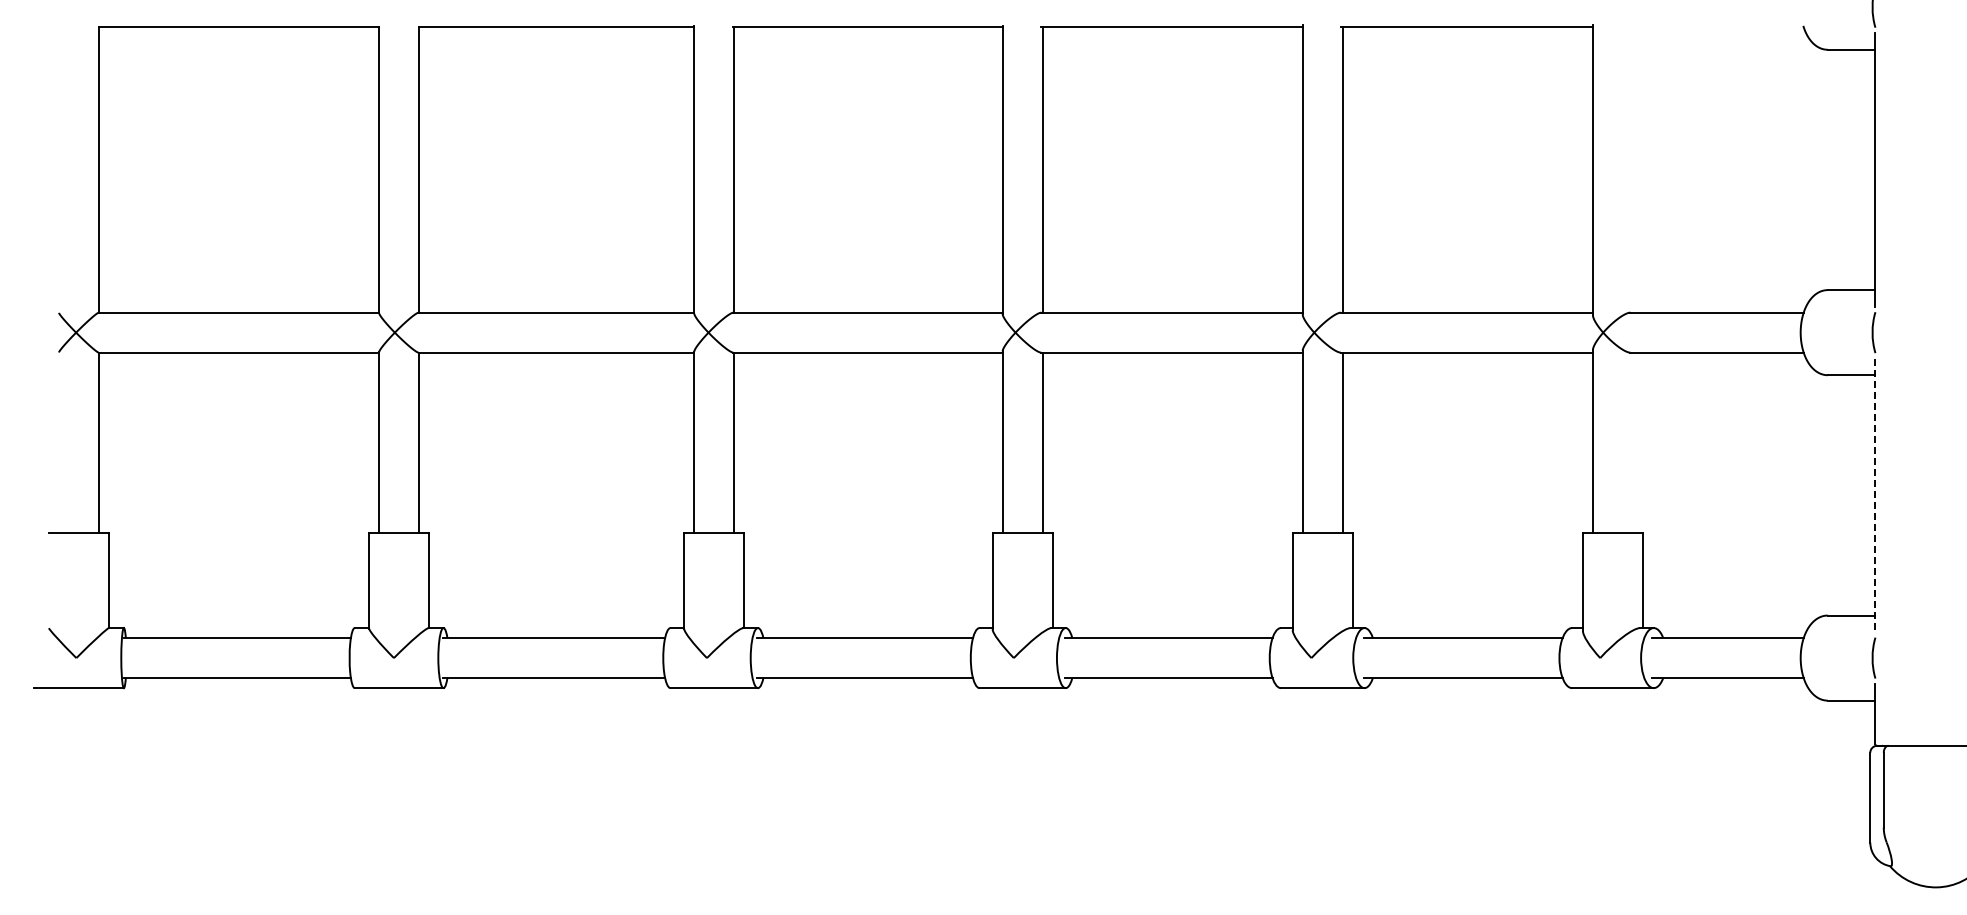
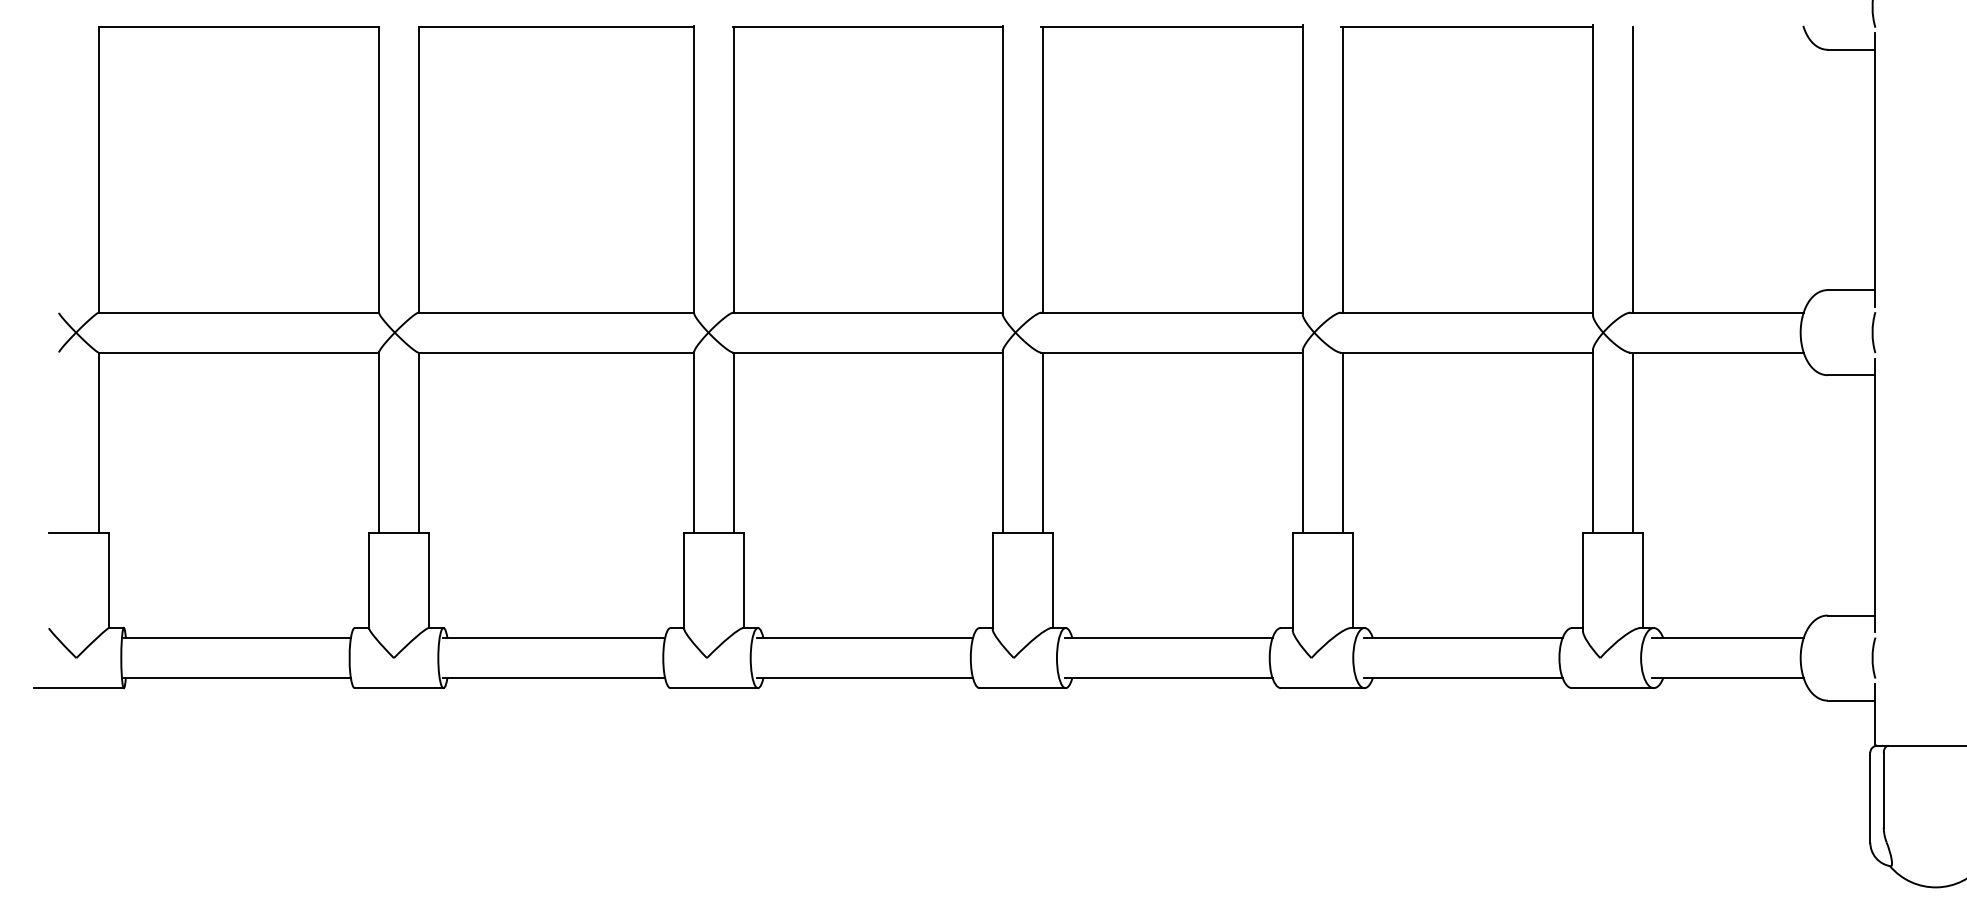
line at (1632, 169): none -> present
line at (1632, 442): none -> present
line at (1875, 495): dashed -> solid
